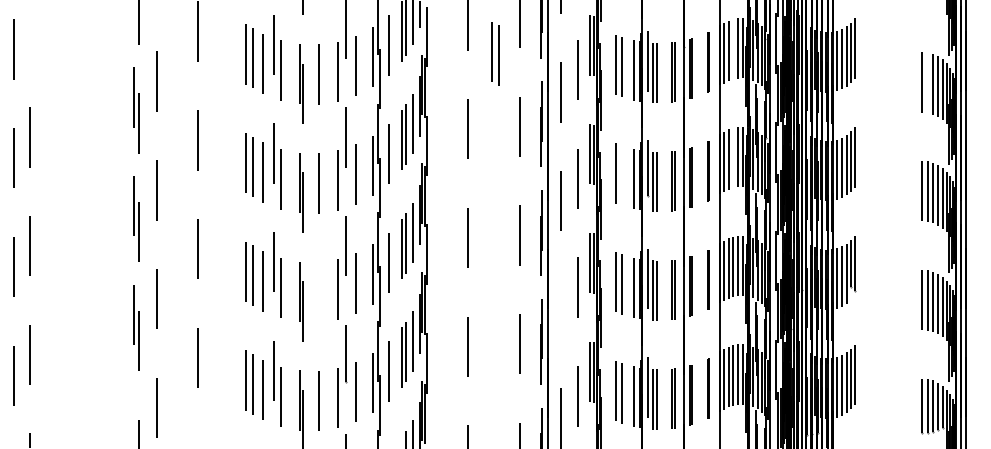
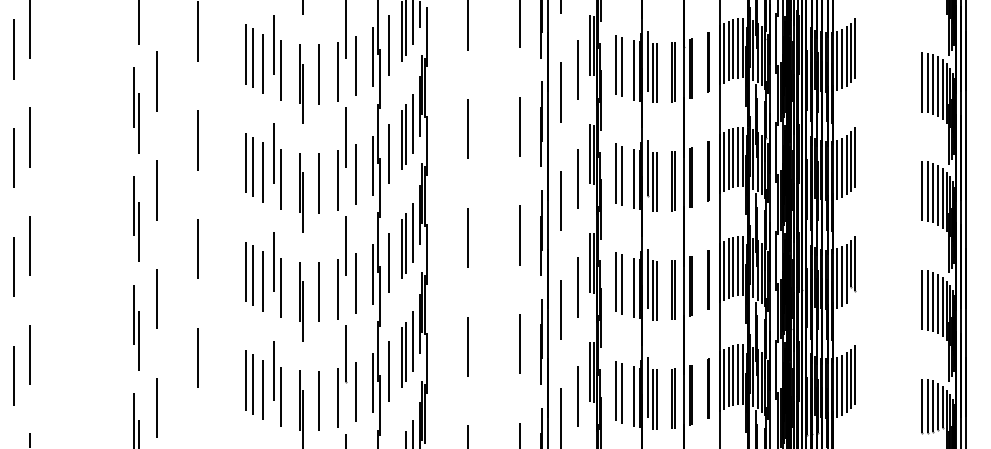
line at (29, 30): none -> present
line at (733, 49): none -> present
part at (495, 53): present -> none
line at (927, 82): none -> present
line at (733, 157): none -> present
line at (622, 175): none -> present
line at (318, 291): none -> present
line at (561, 309): none -> present
line at (134, 419): none -> present
